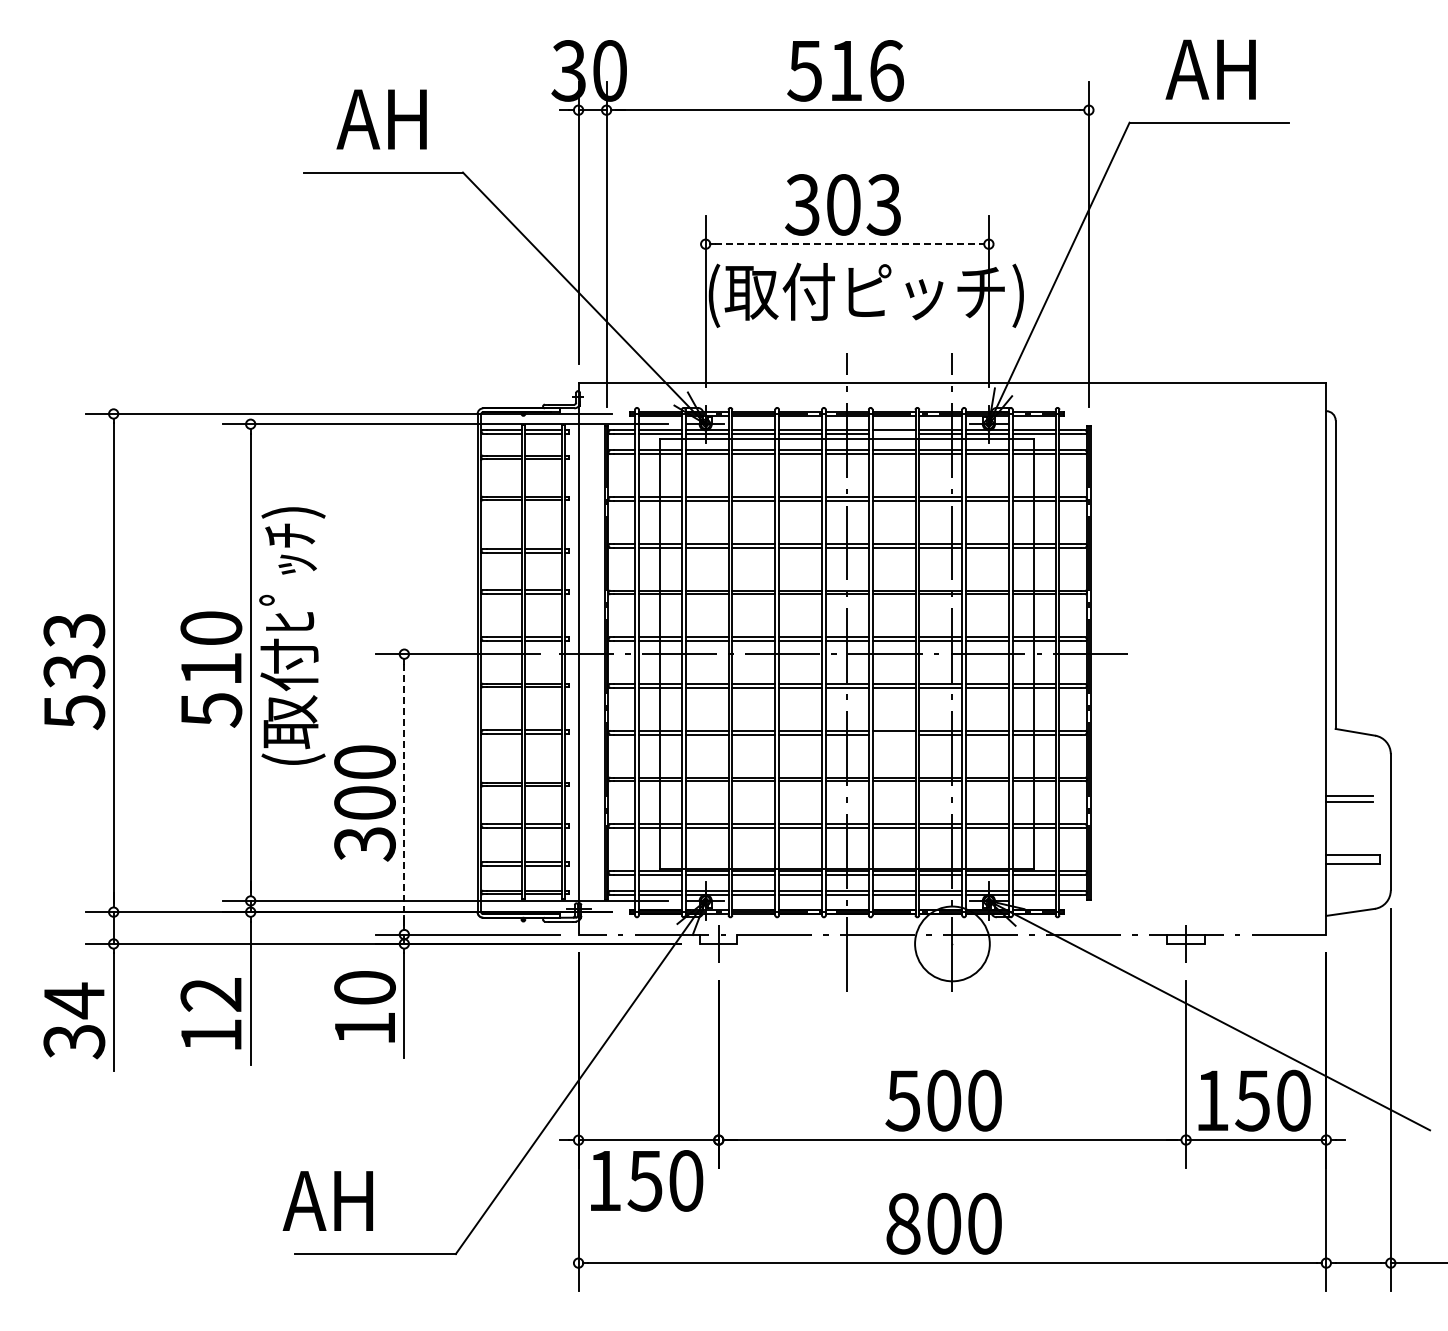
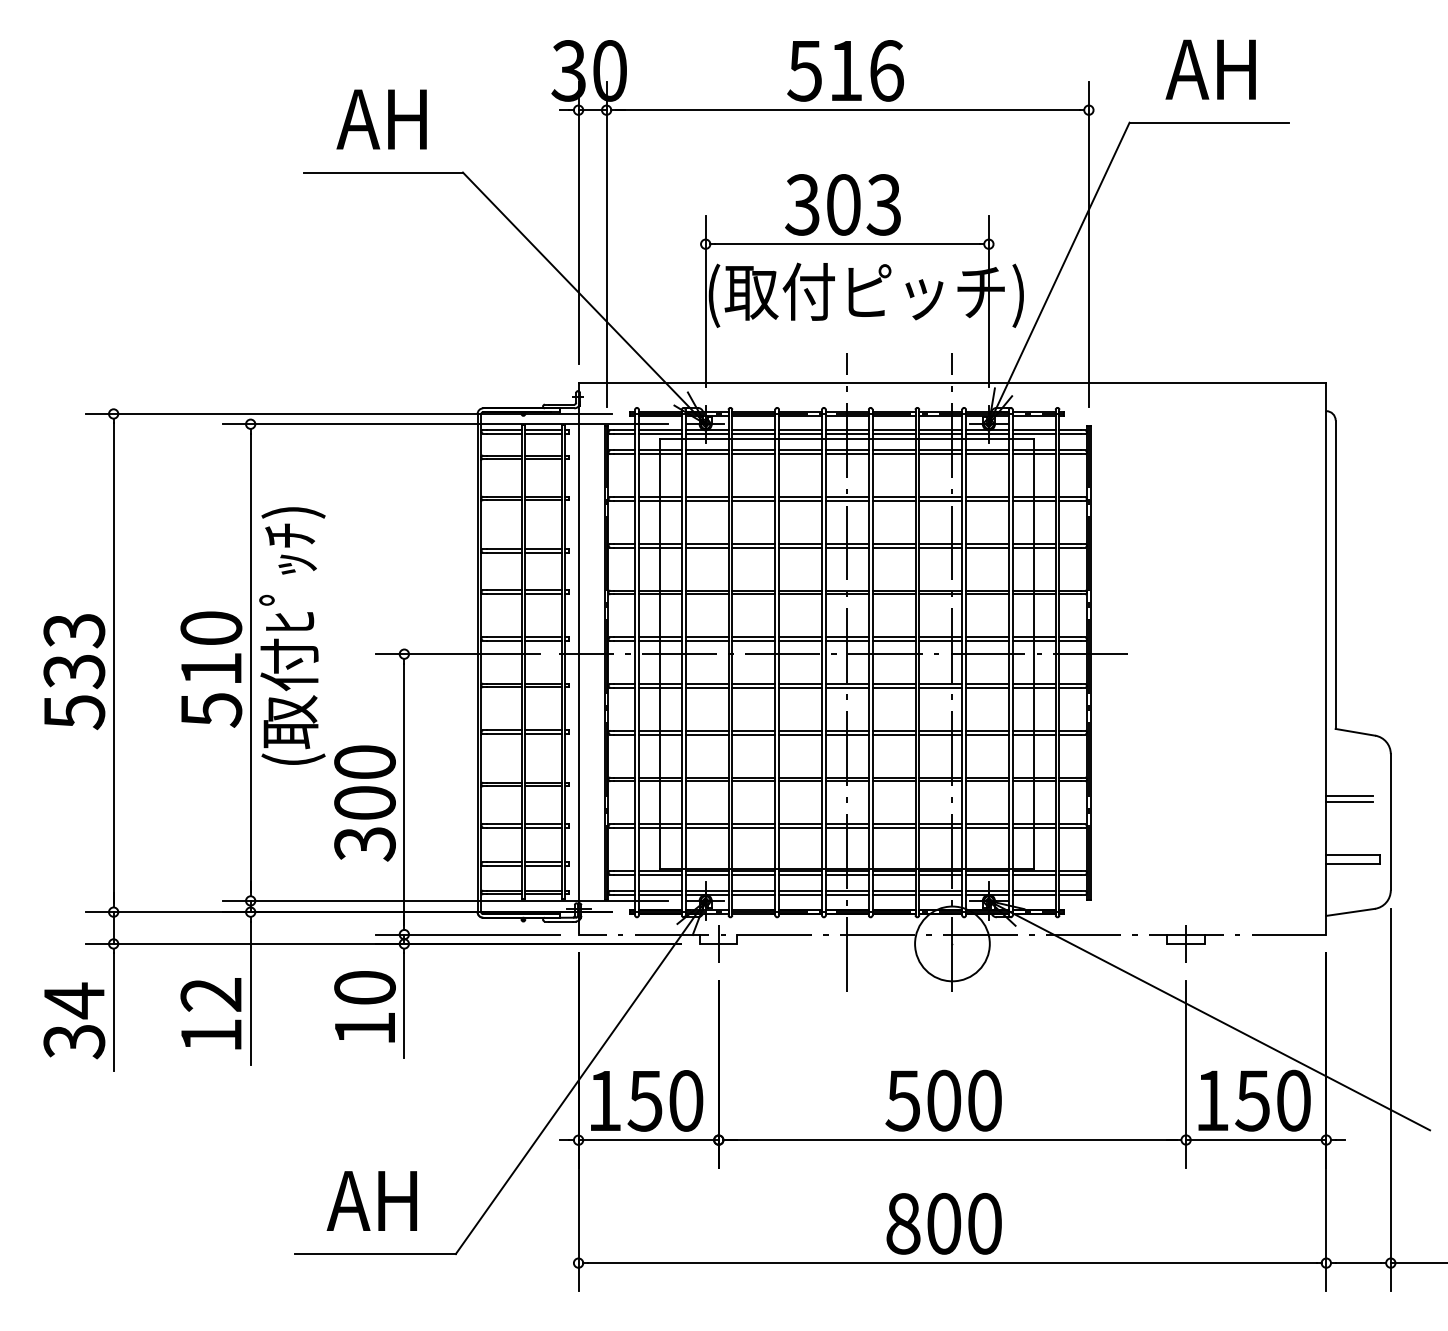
line at (847, 244): dashed -> solid
line at (893, 434): none -> present
line at (893, 734): none -> present
line at (404, 794): dashed -> solid
text at (647, 1180) position: (647, 1180) -> (647, 1100)
text at (327, 1200) position: (327, 1200) -> (371, 1200)
